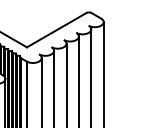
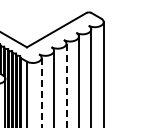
line at (66, 85): solid -> dashed
line at (41, 92): solid -> dashed
